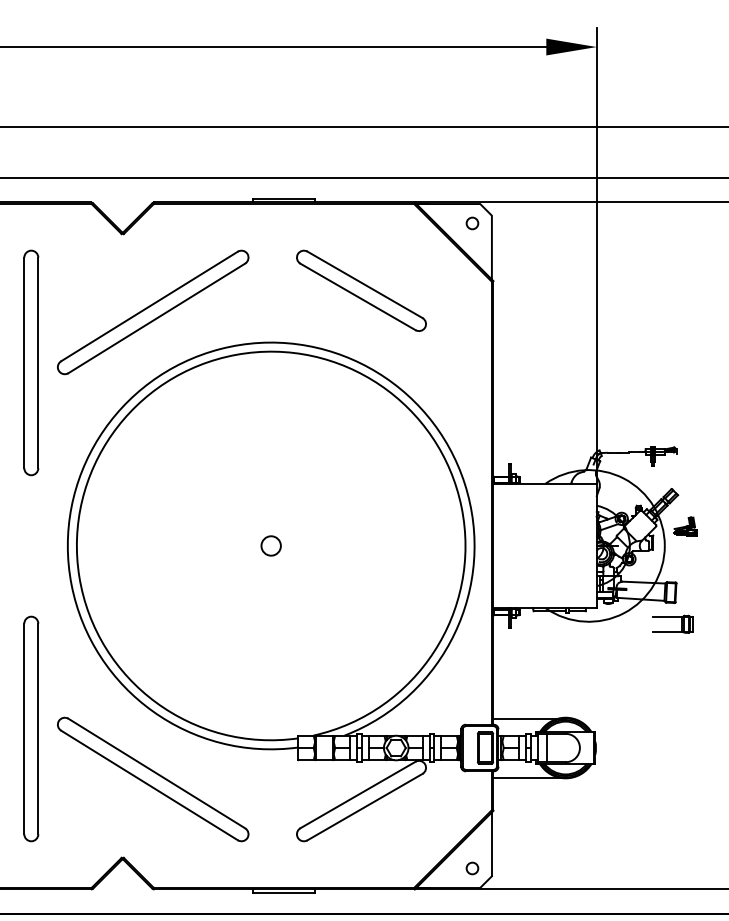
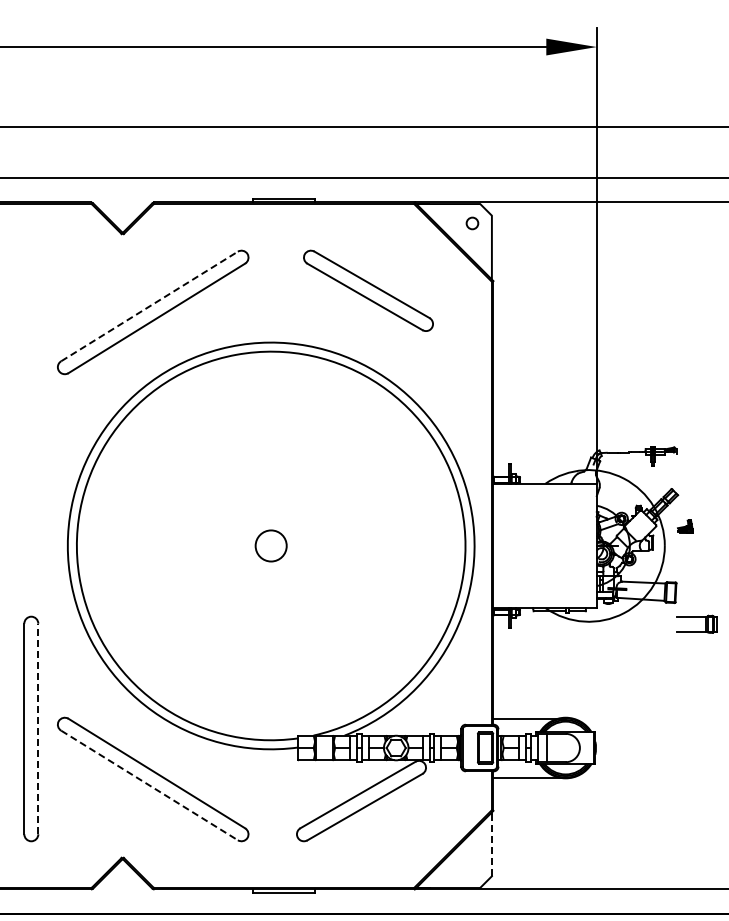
part at (361, 290) position: (361, 290) -> (368, 290)
line at (149, 306): solid -> dashed
part at (31, 362): present -> none
part at (685, 526) size: 25x21 px -> 17x15 px
circle at (270, 545) diameter: 19 px -> 31 px
part at (672, 623) position: (672, 623) -> (696, 623)
line at (38, 728): solid -> dashed
line at (149, 785): solid -> dashed
line at (491, 844): solid -> dashed
circle at (472, 868): present -> none
